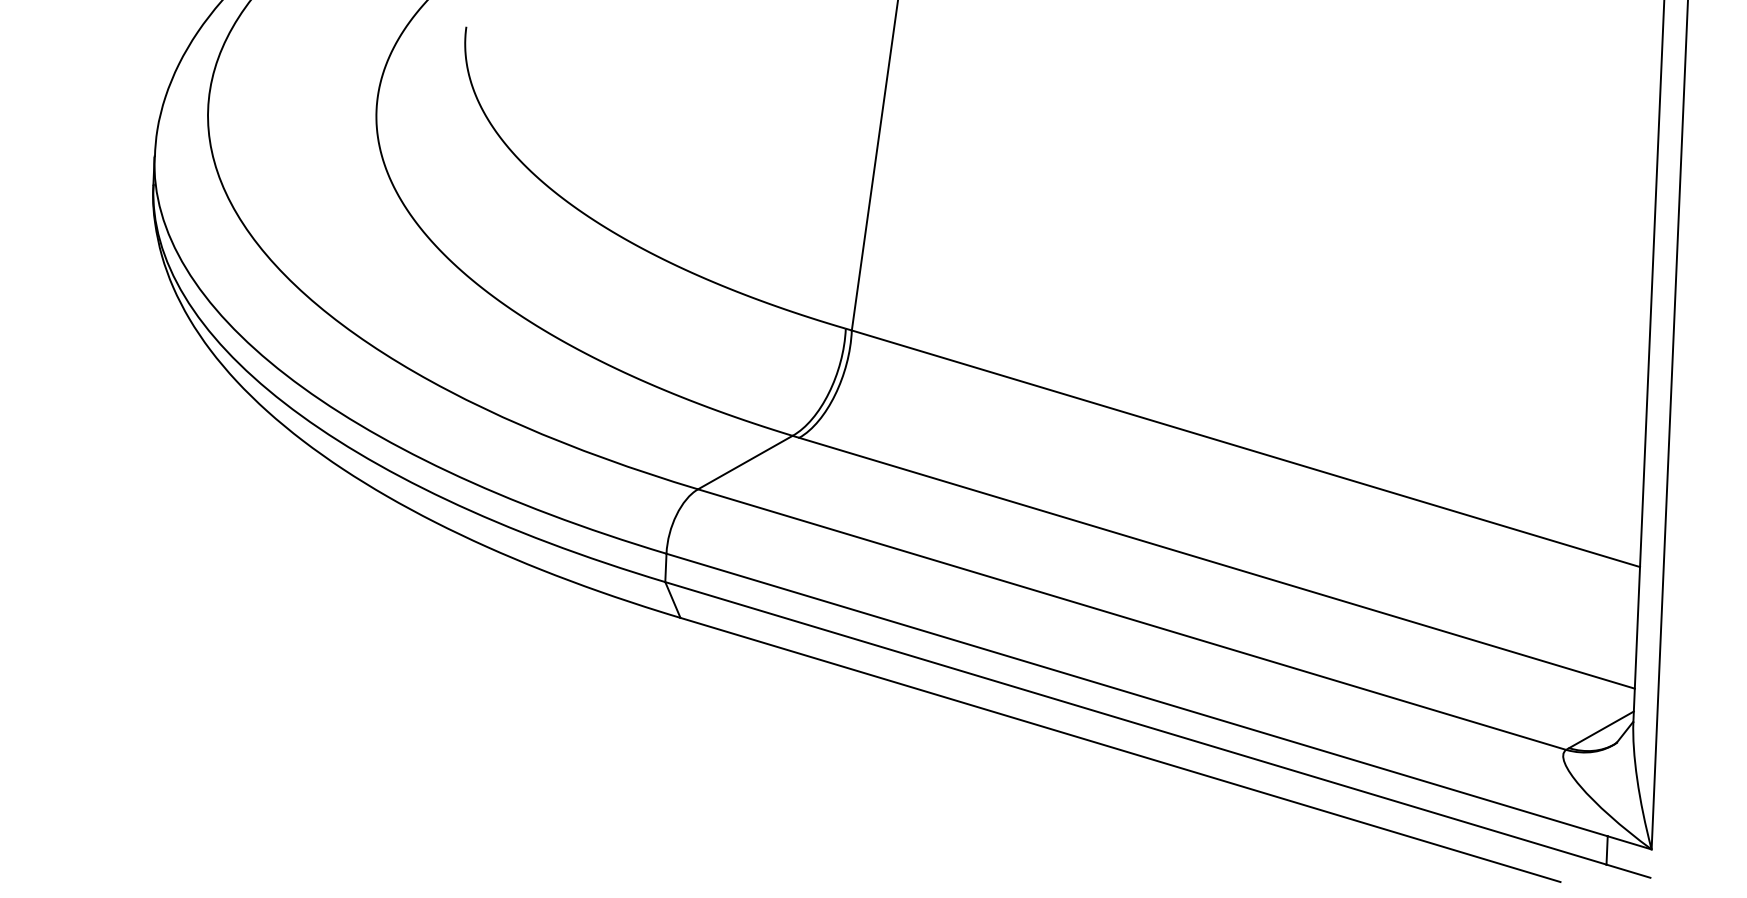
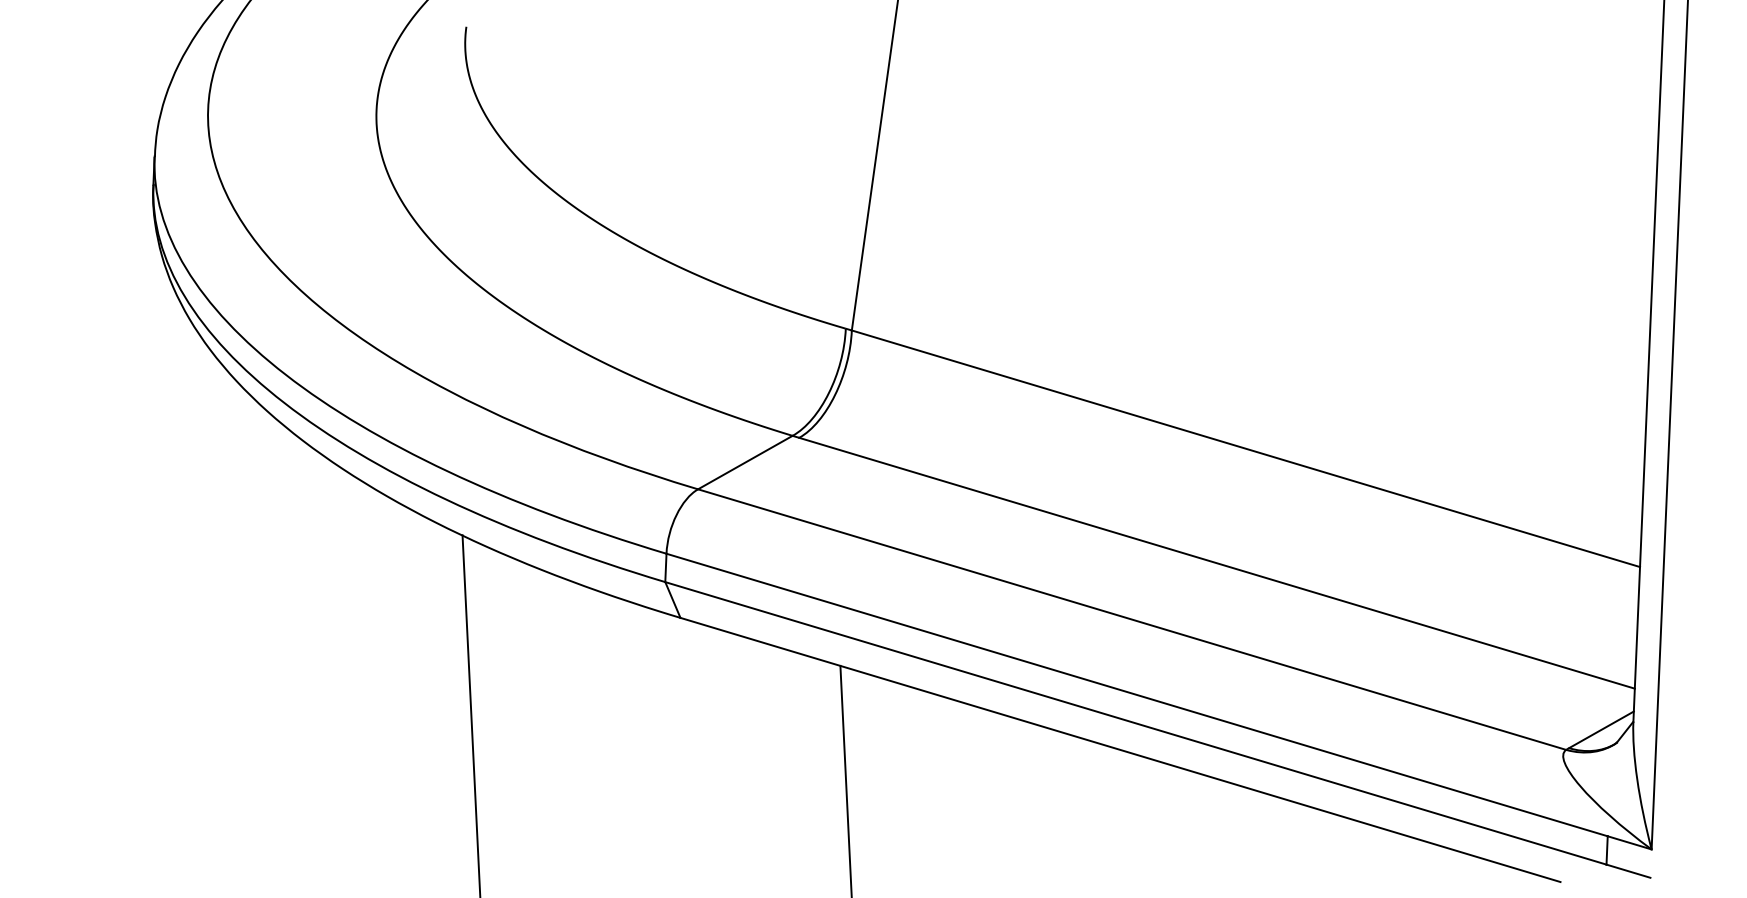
line at (471, 714): none -> present
line at (845, 779): none -> present
